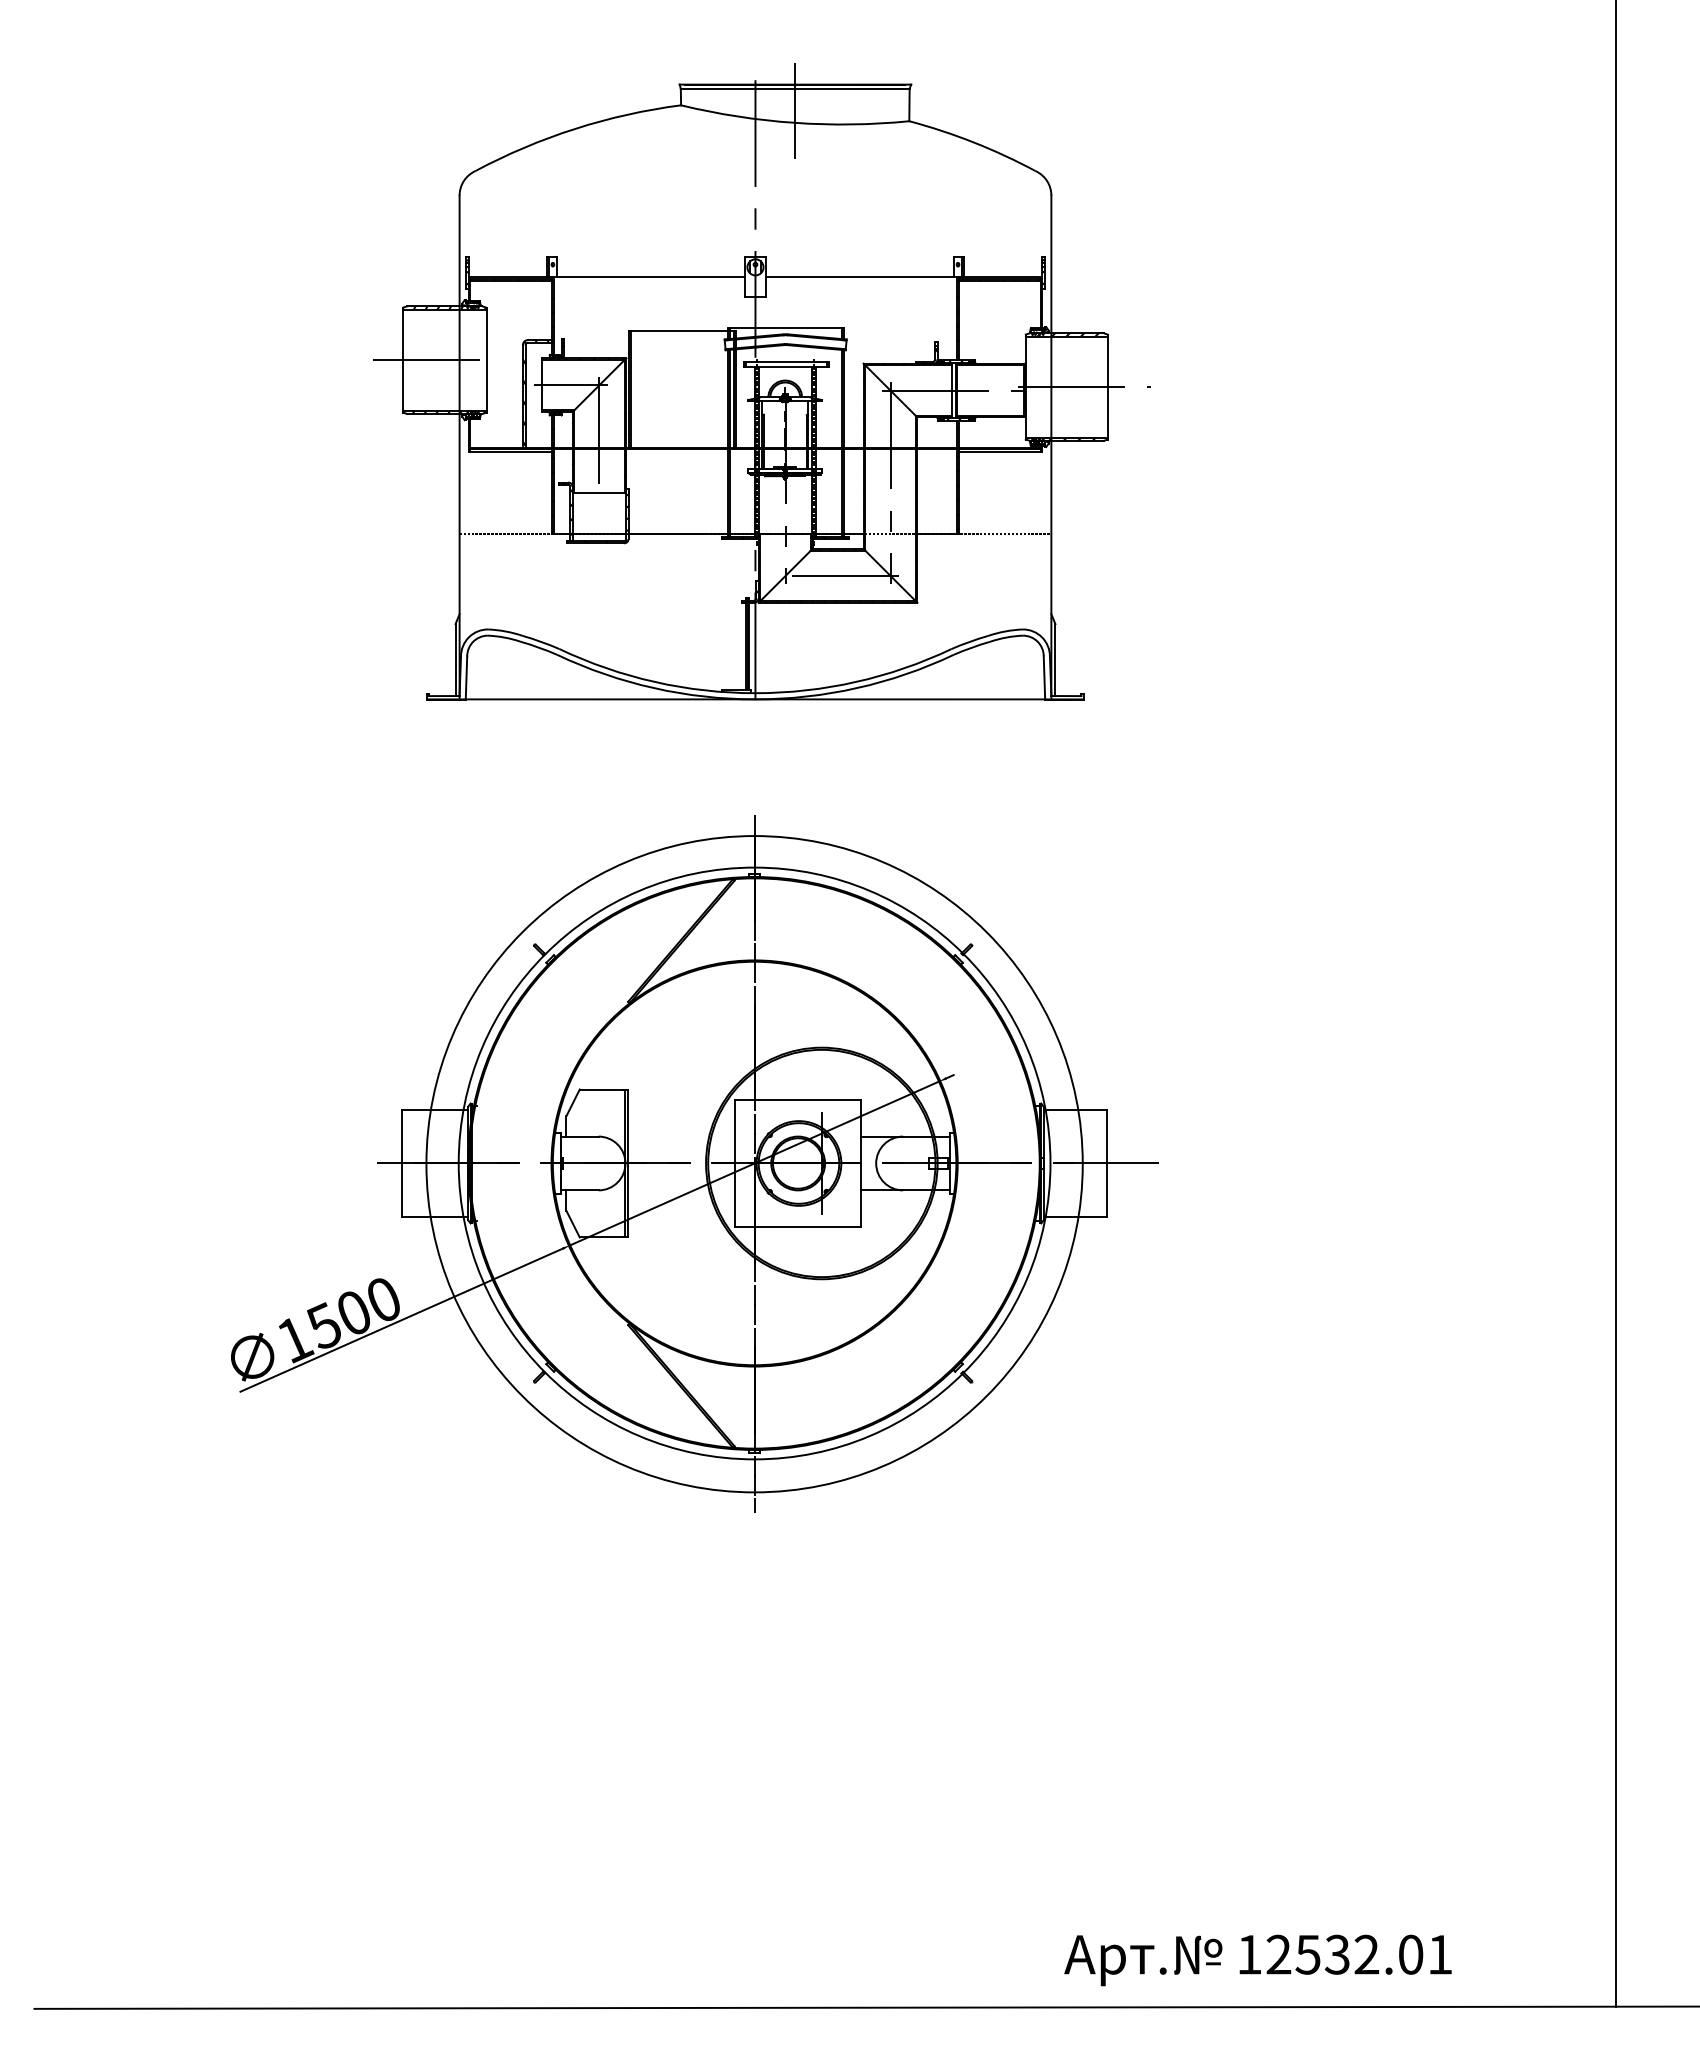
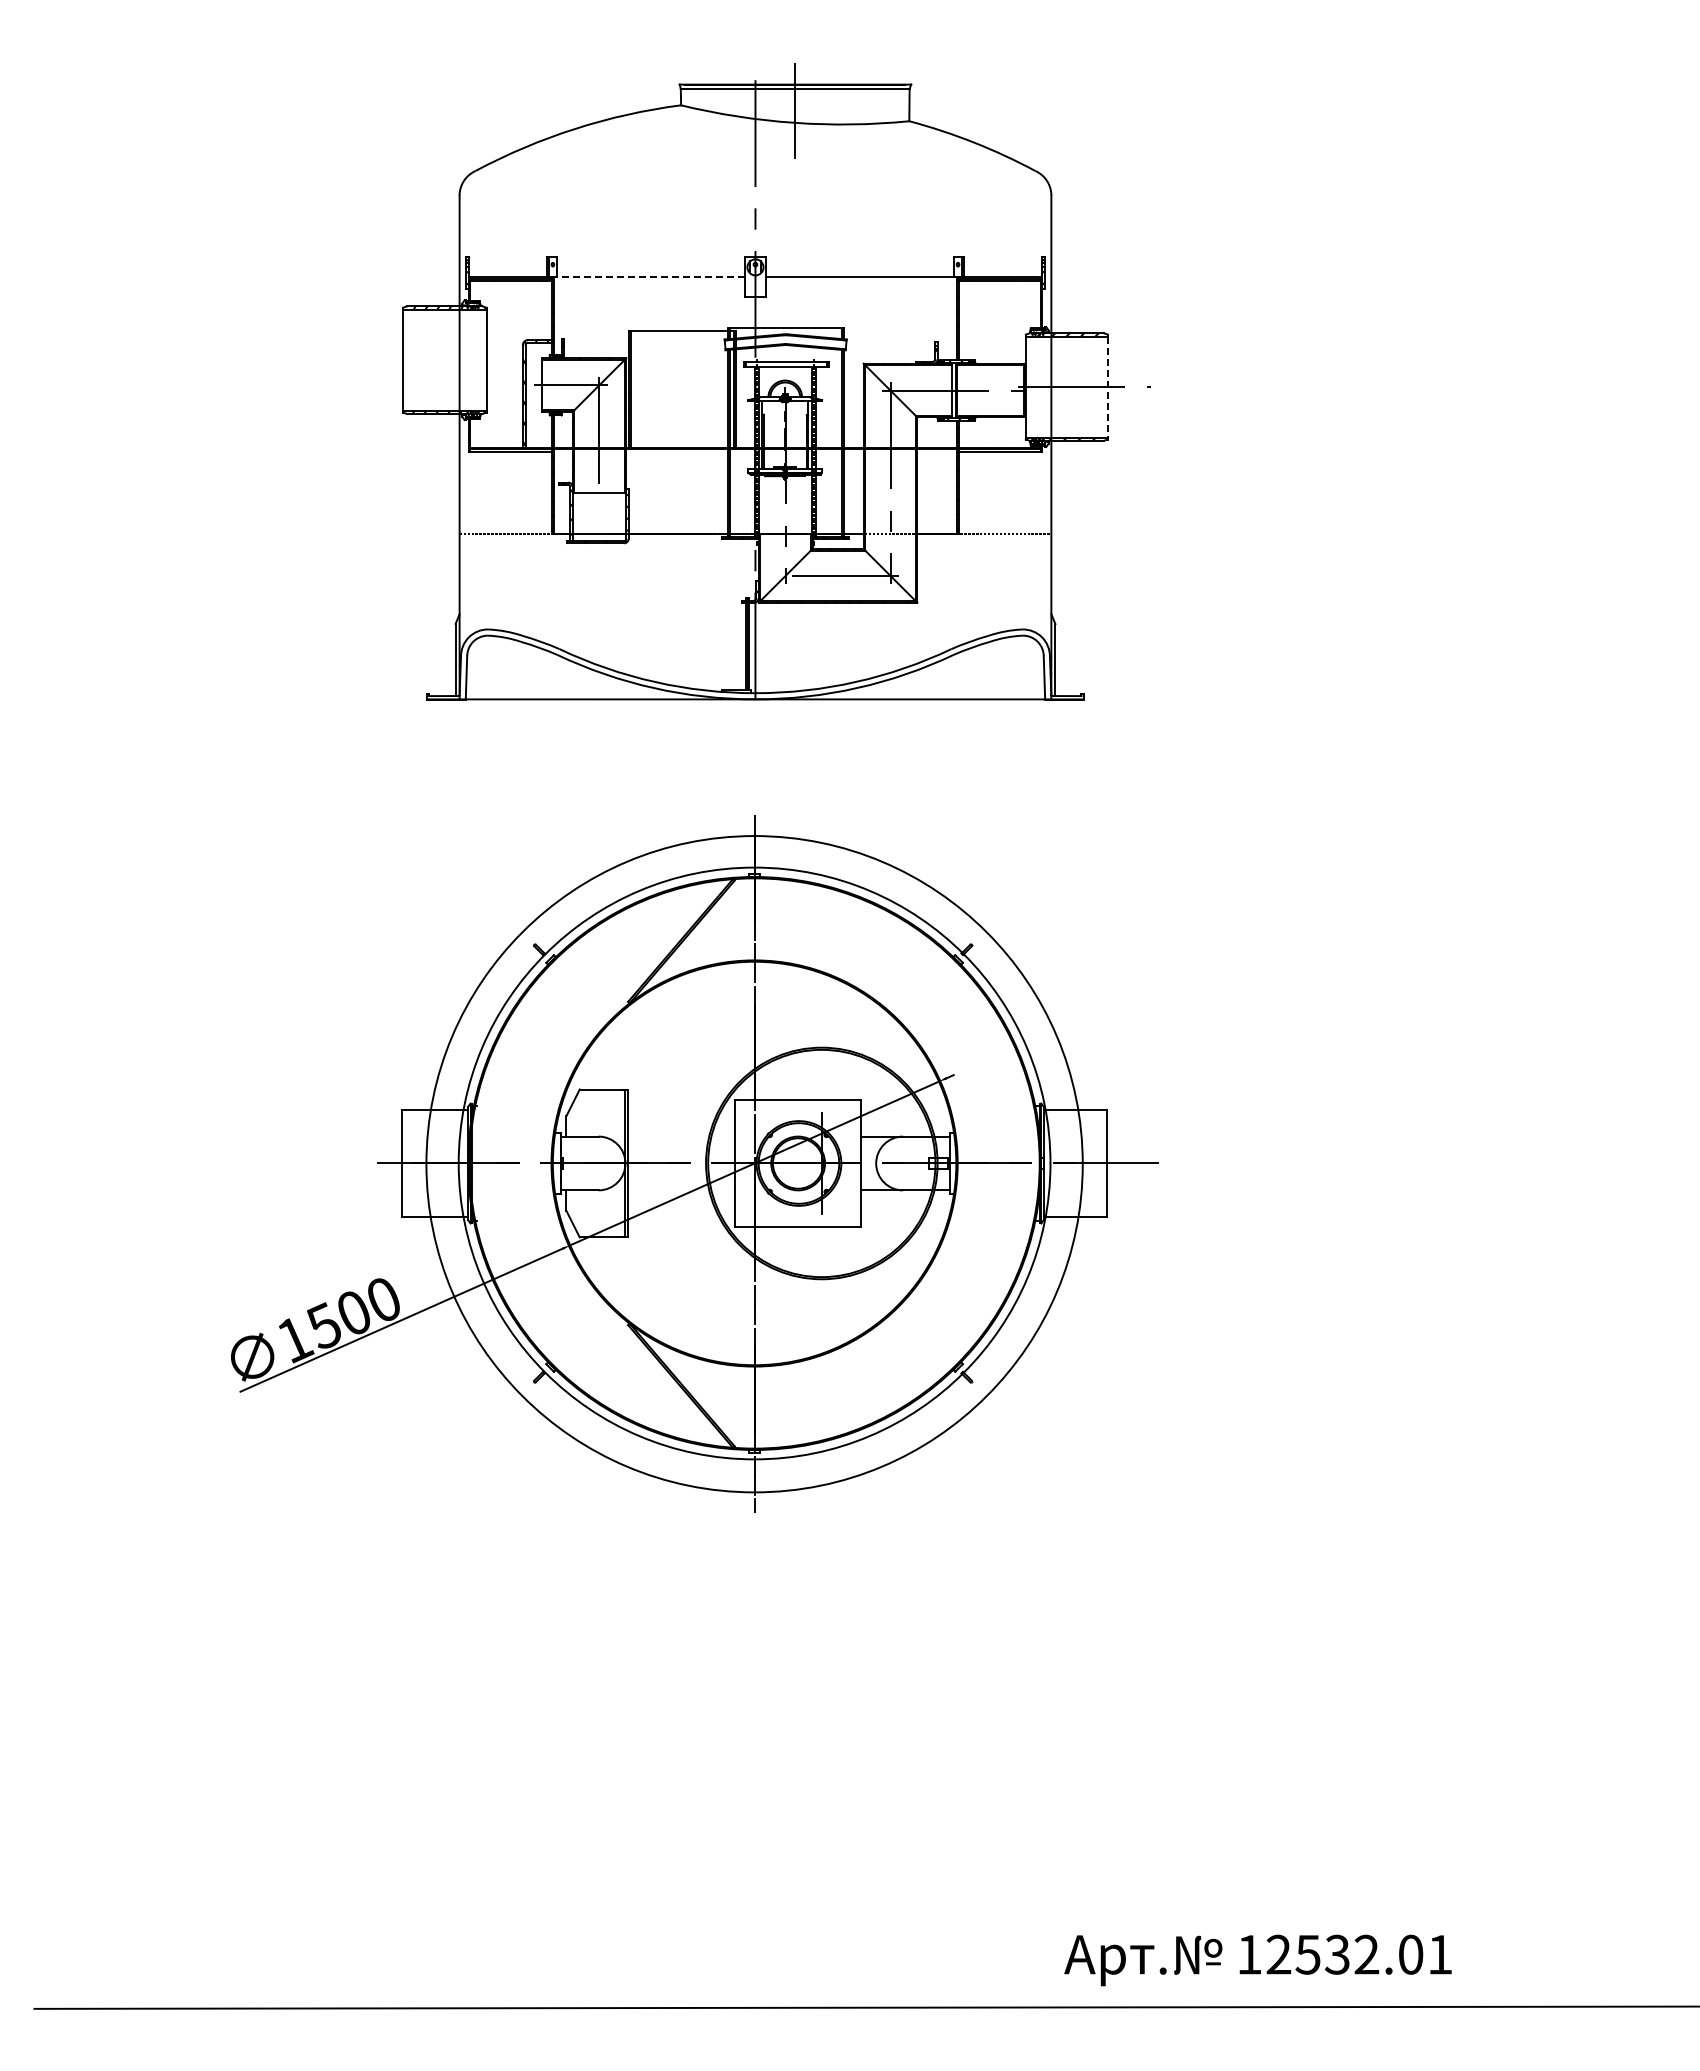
line at (648, 276): solid -> dashed
line at (430, 360): present -> none
line at (1107, 387): solid -> dashed
line at (1616, 1004): present -> none
